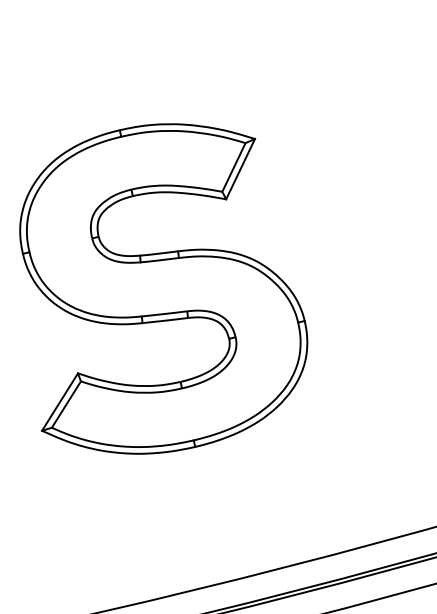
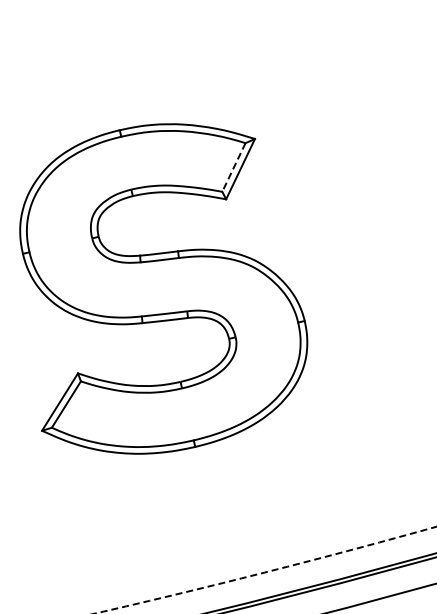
line at (233, 167): solid -> dashed
circle at (264, 569): solid -> dashed
